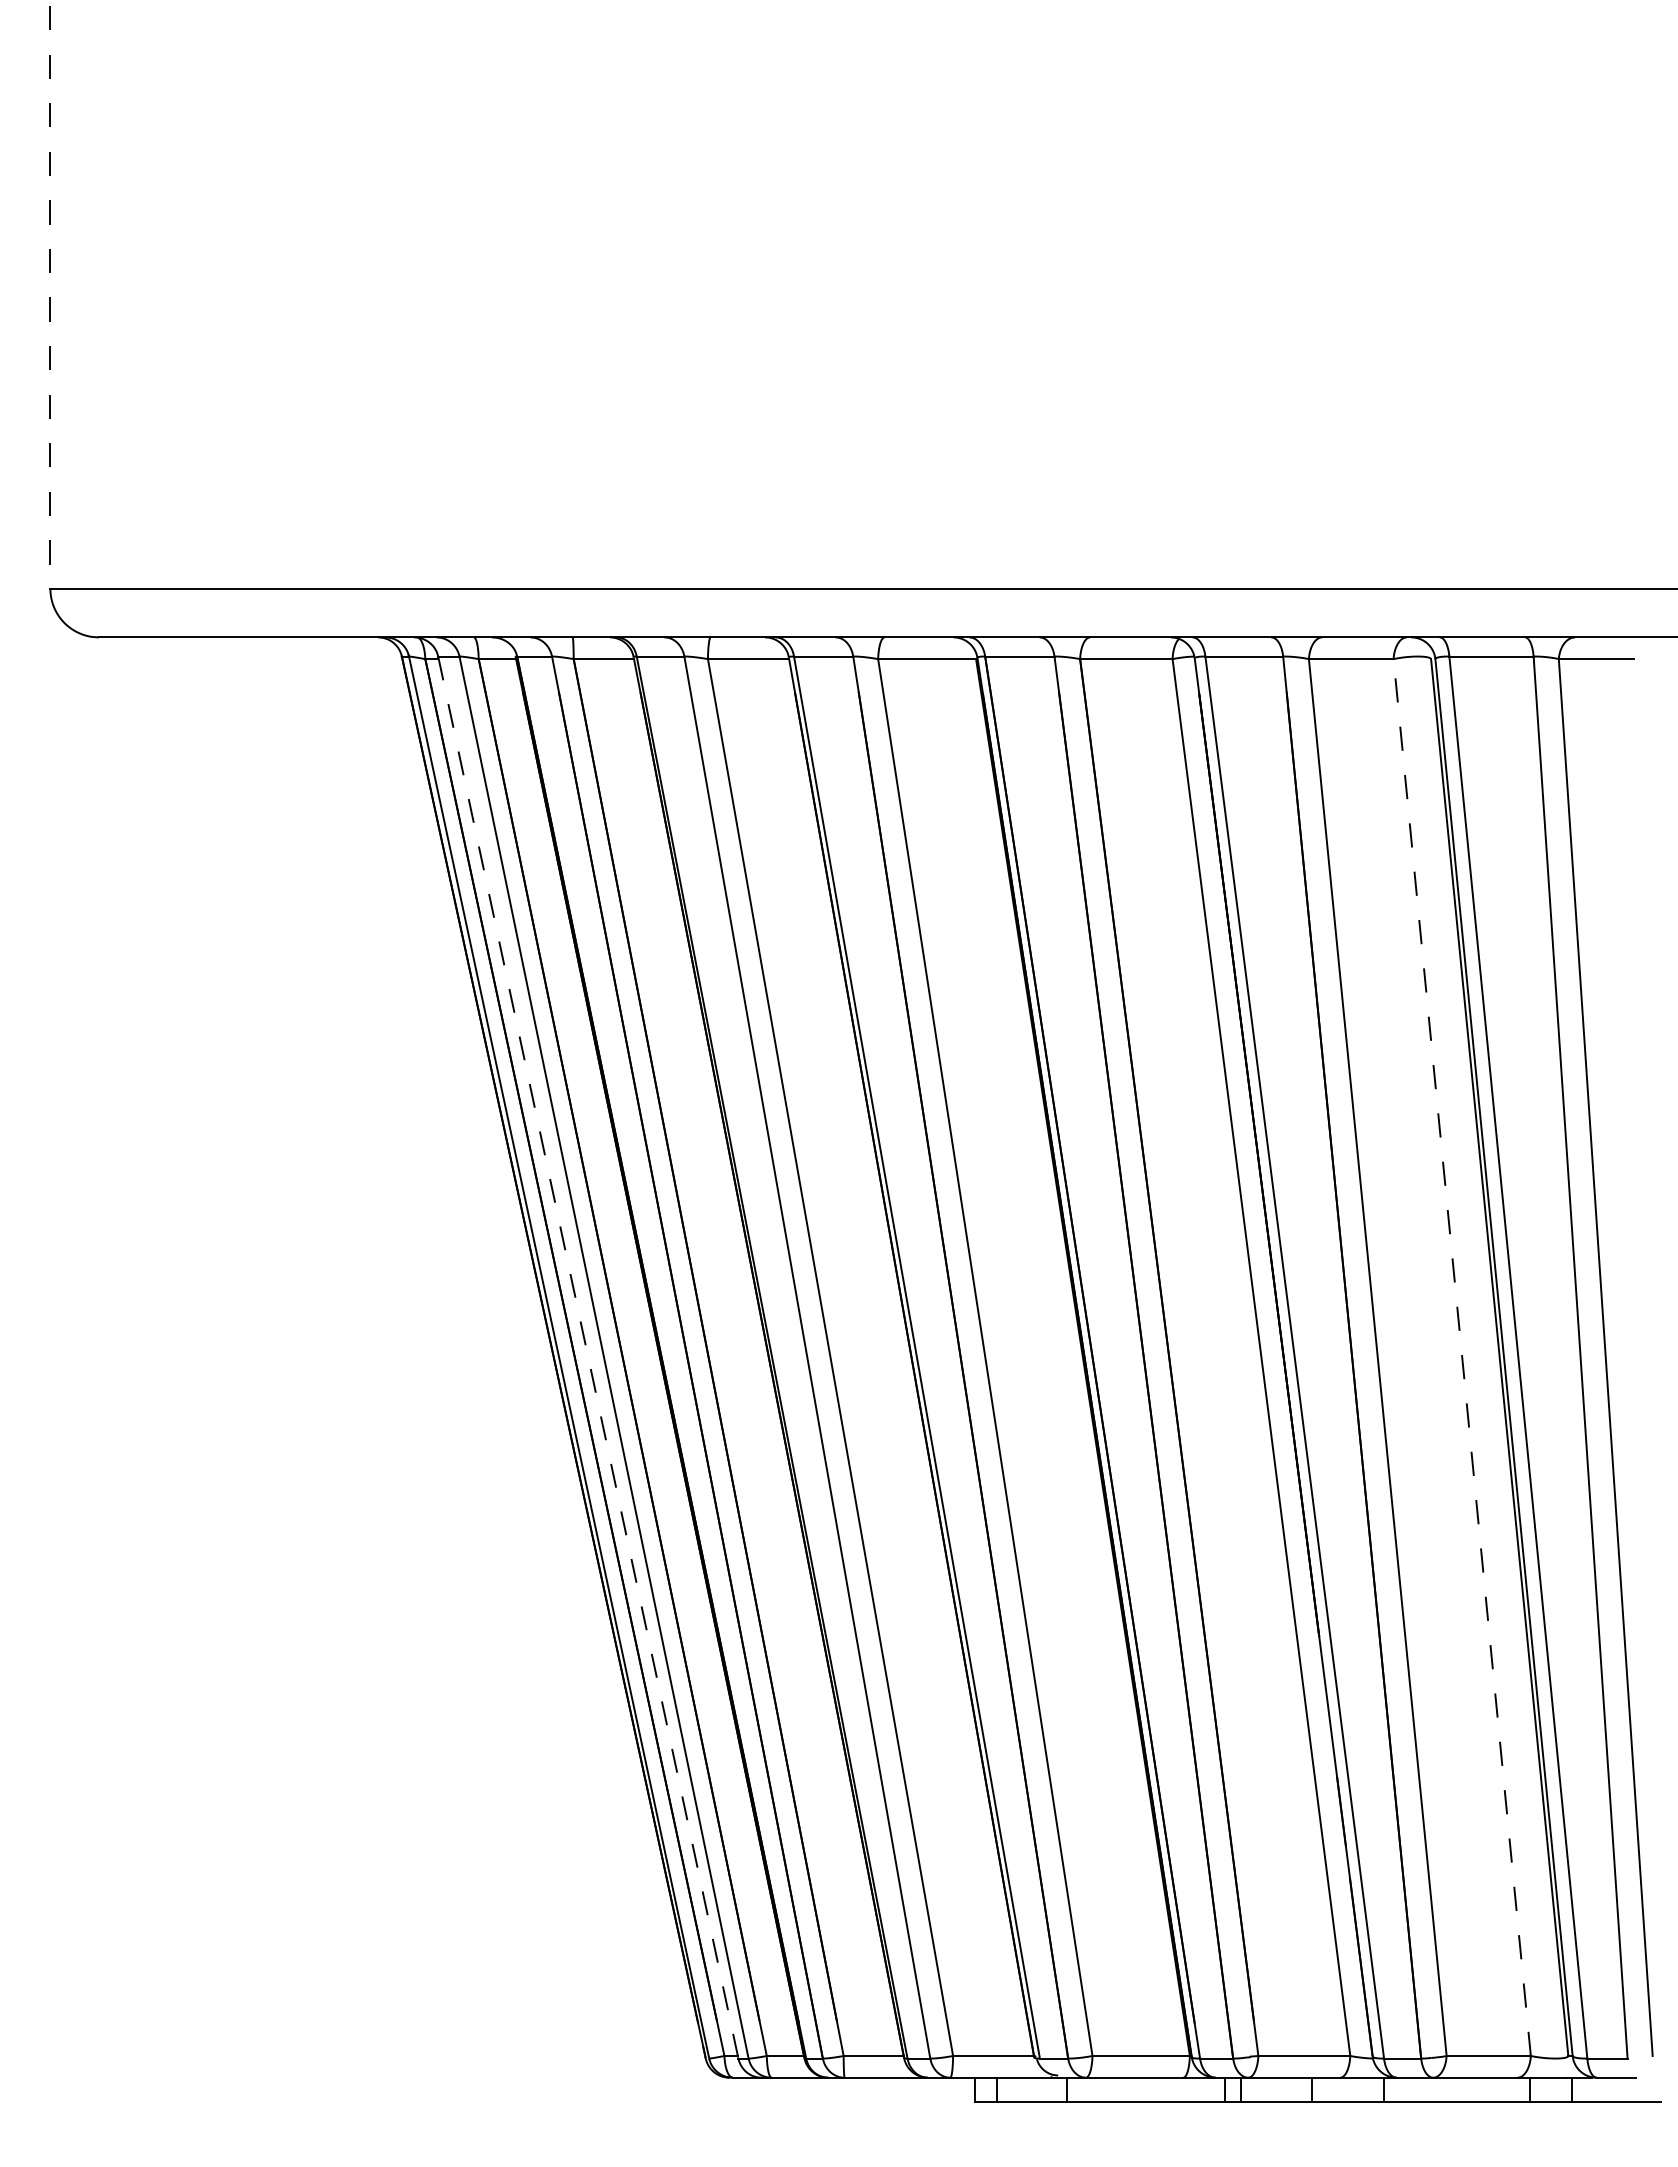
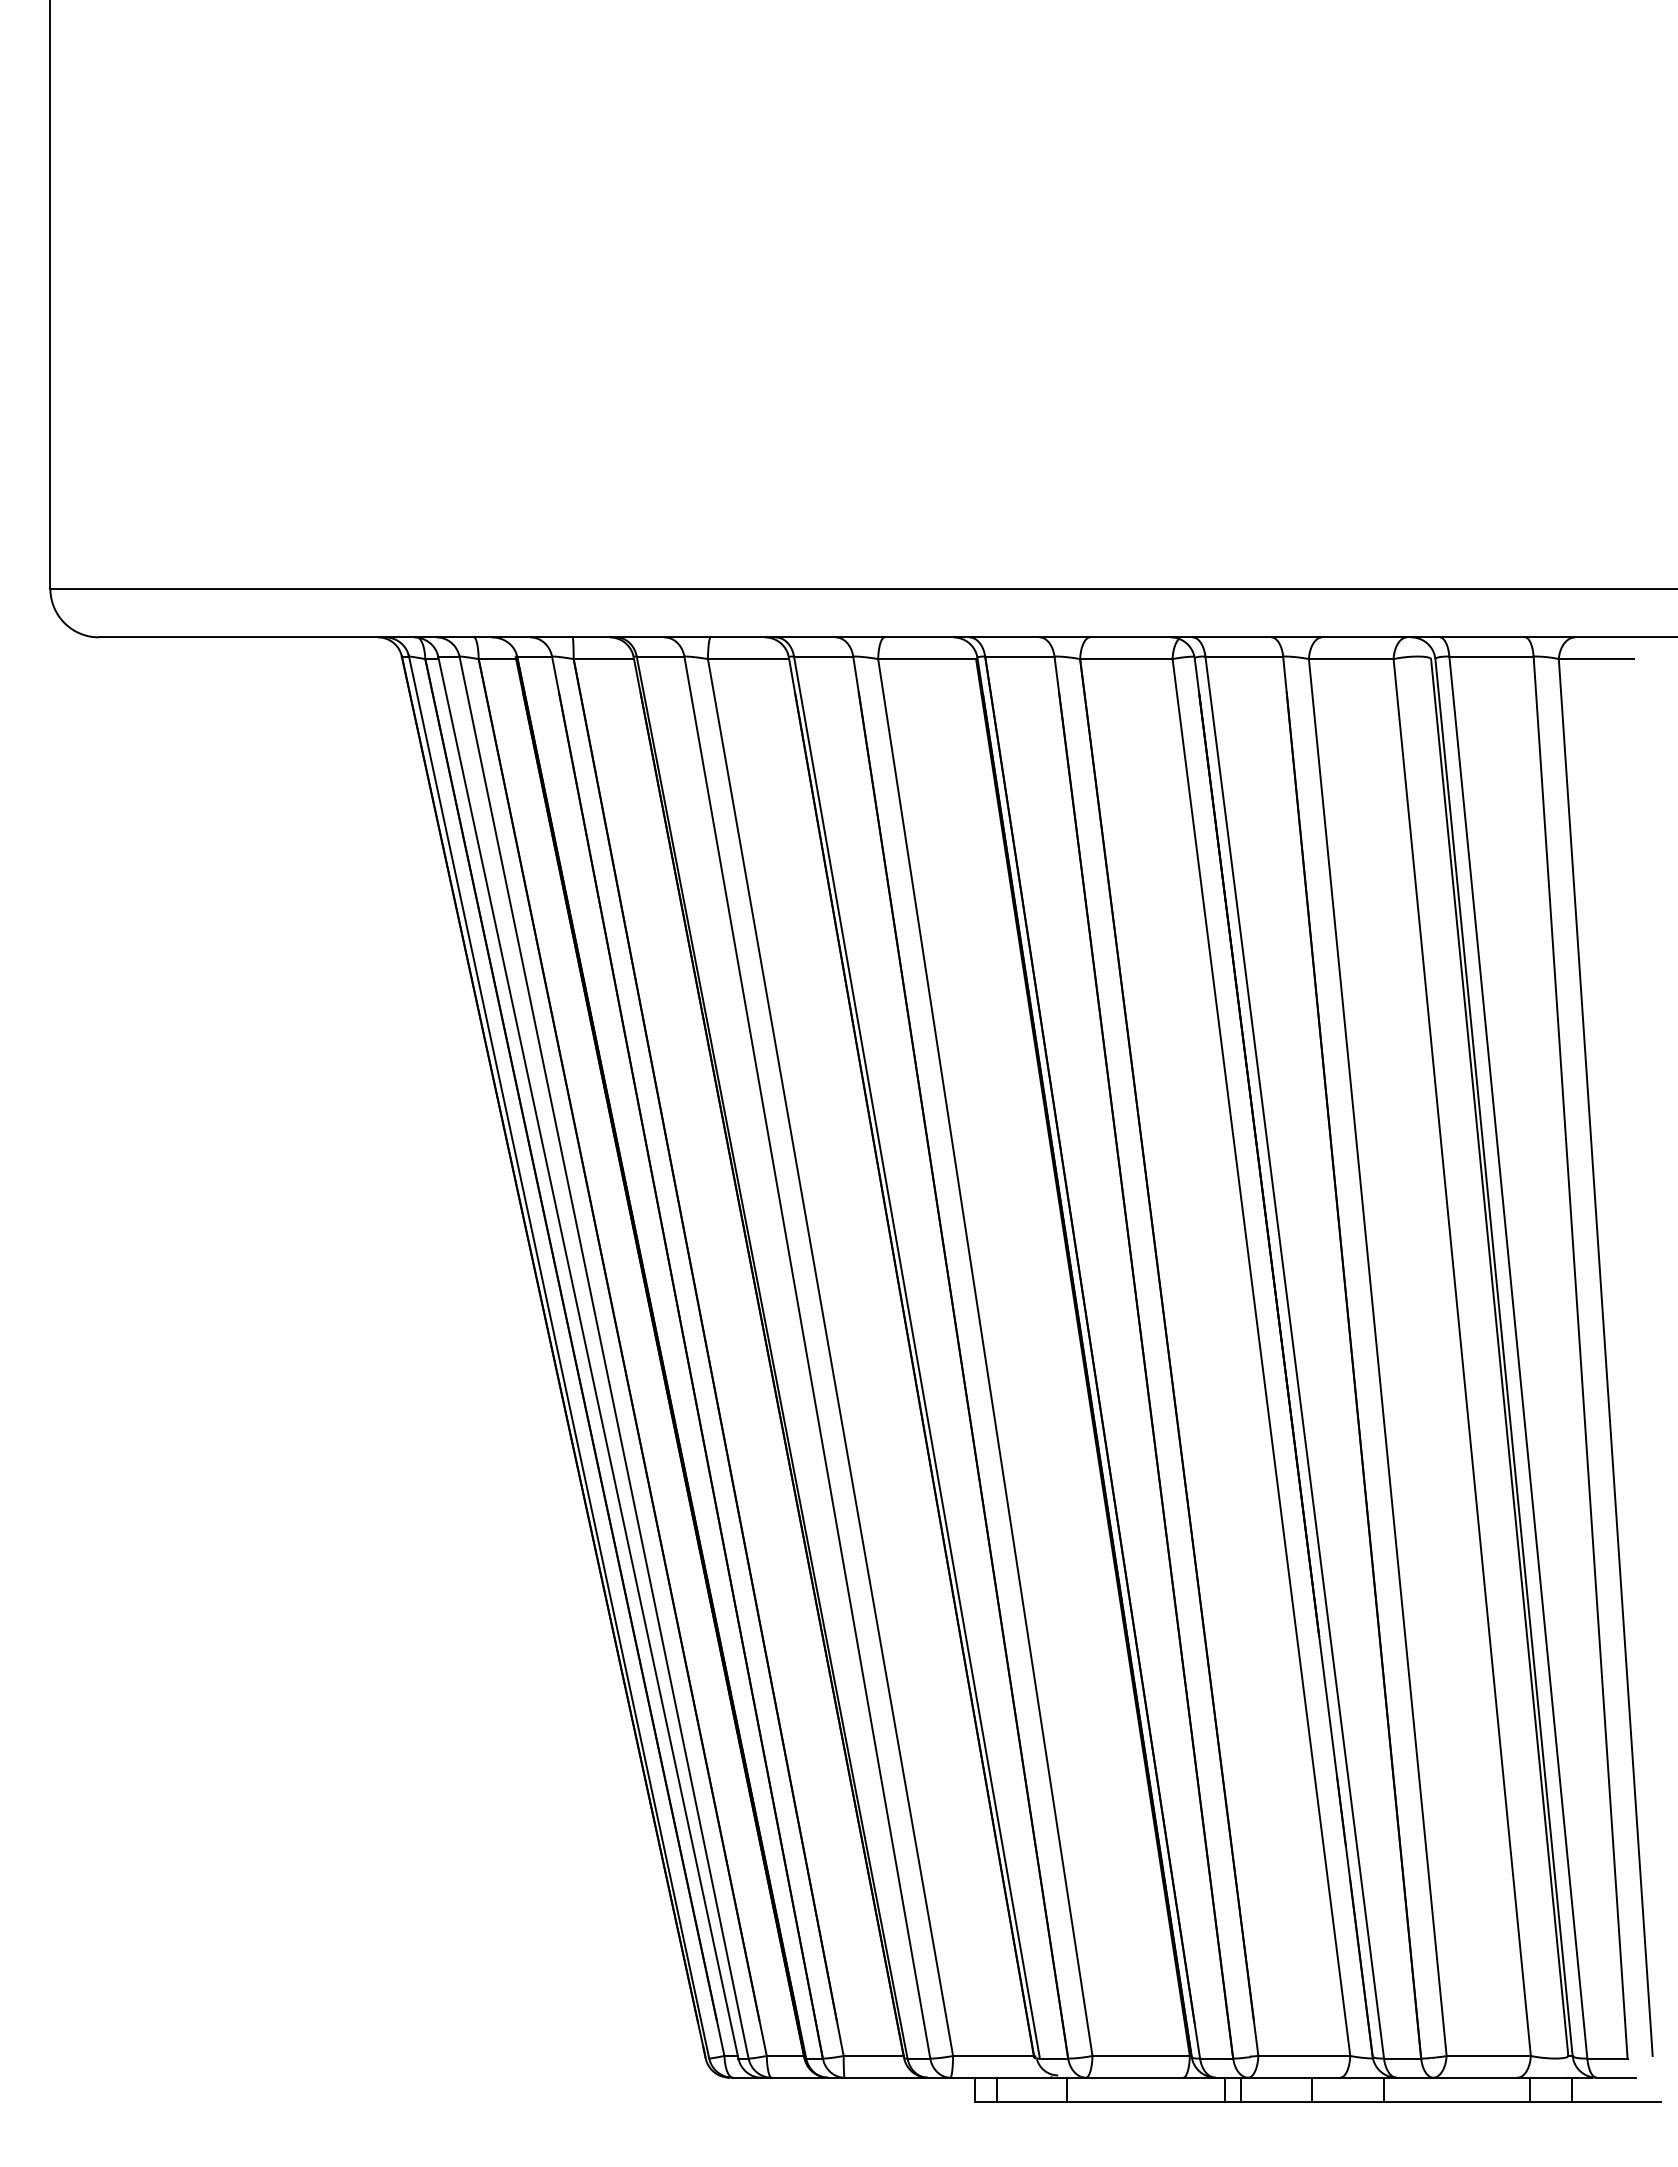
line at (50, 295): dashed -> solid
line at (588, 1357): dashed -> solid
line at (1462, 1357): dashed -> solid
